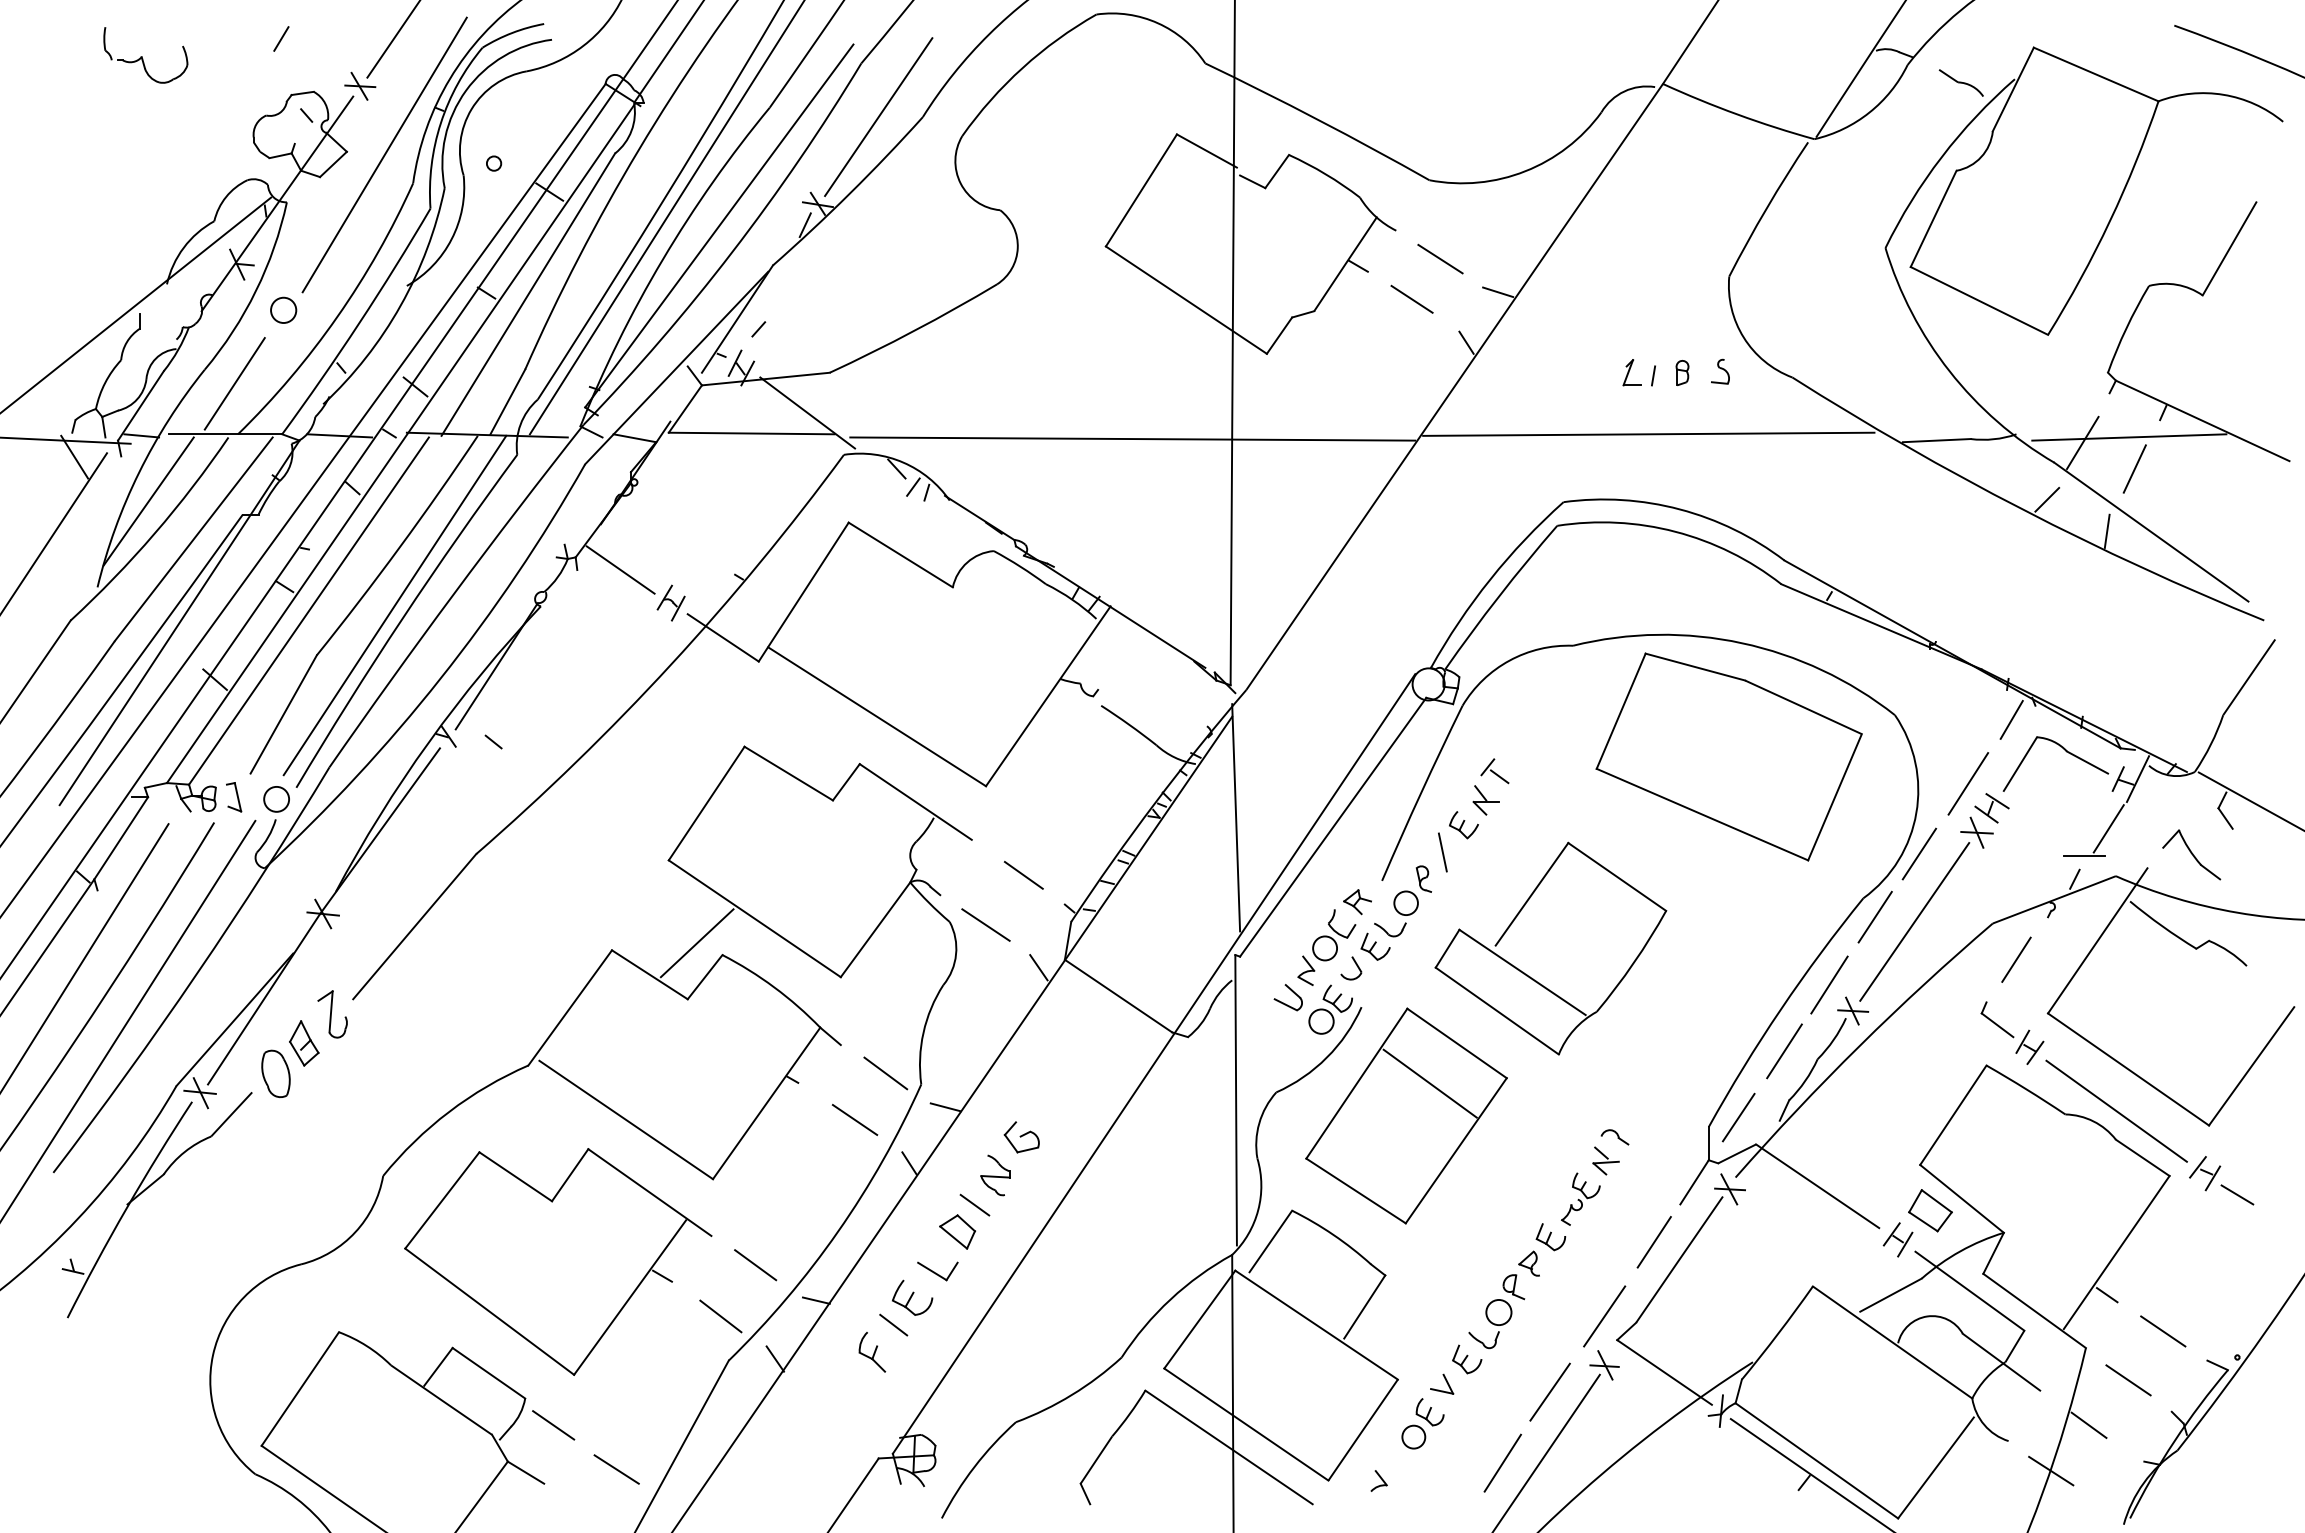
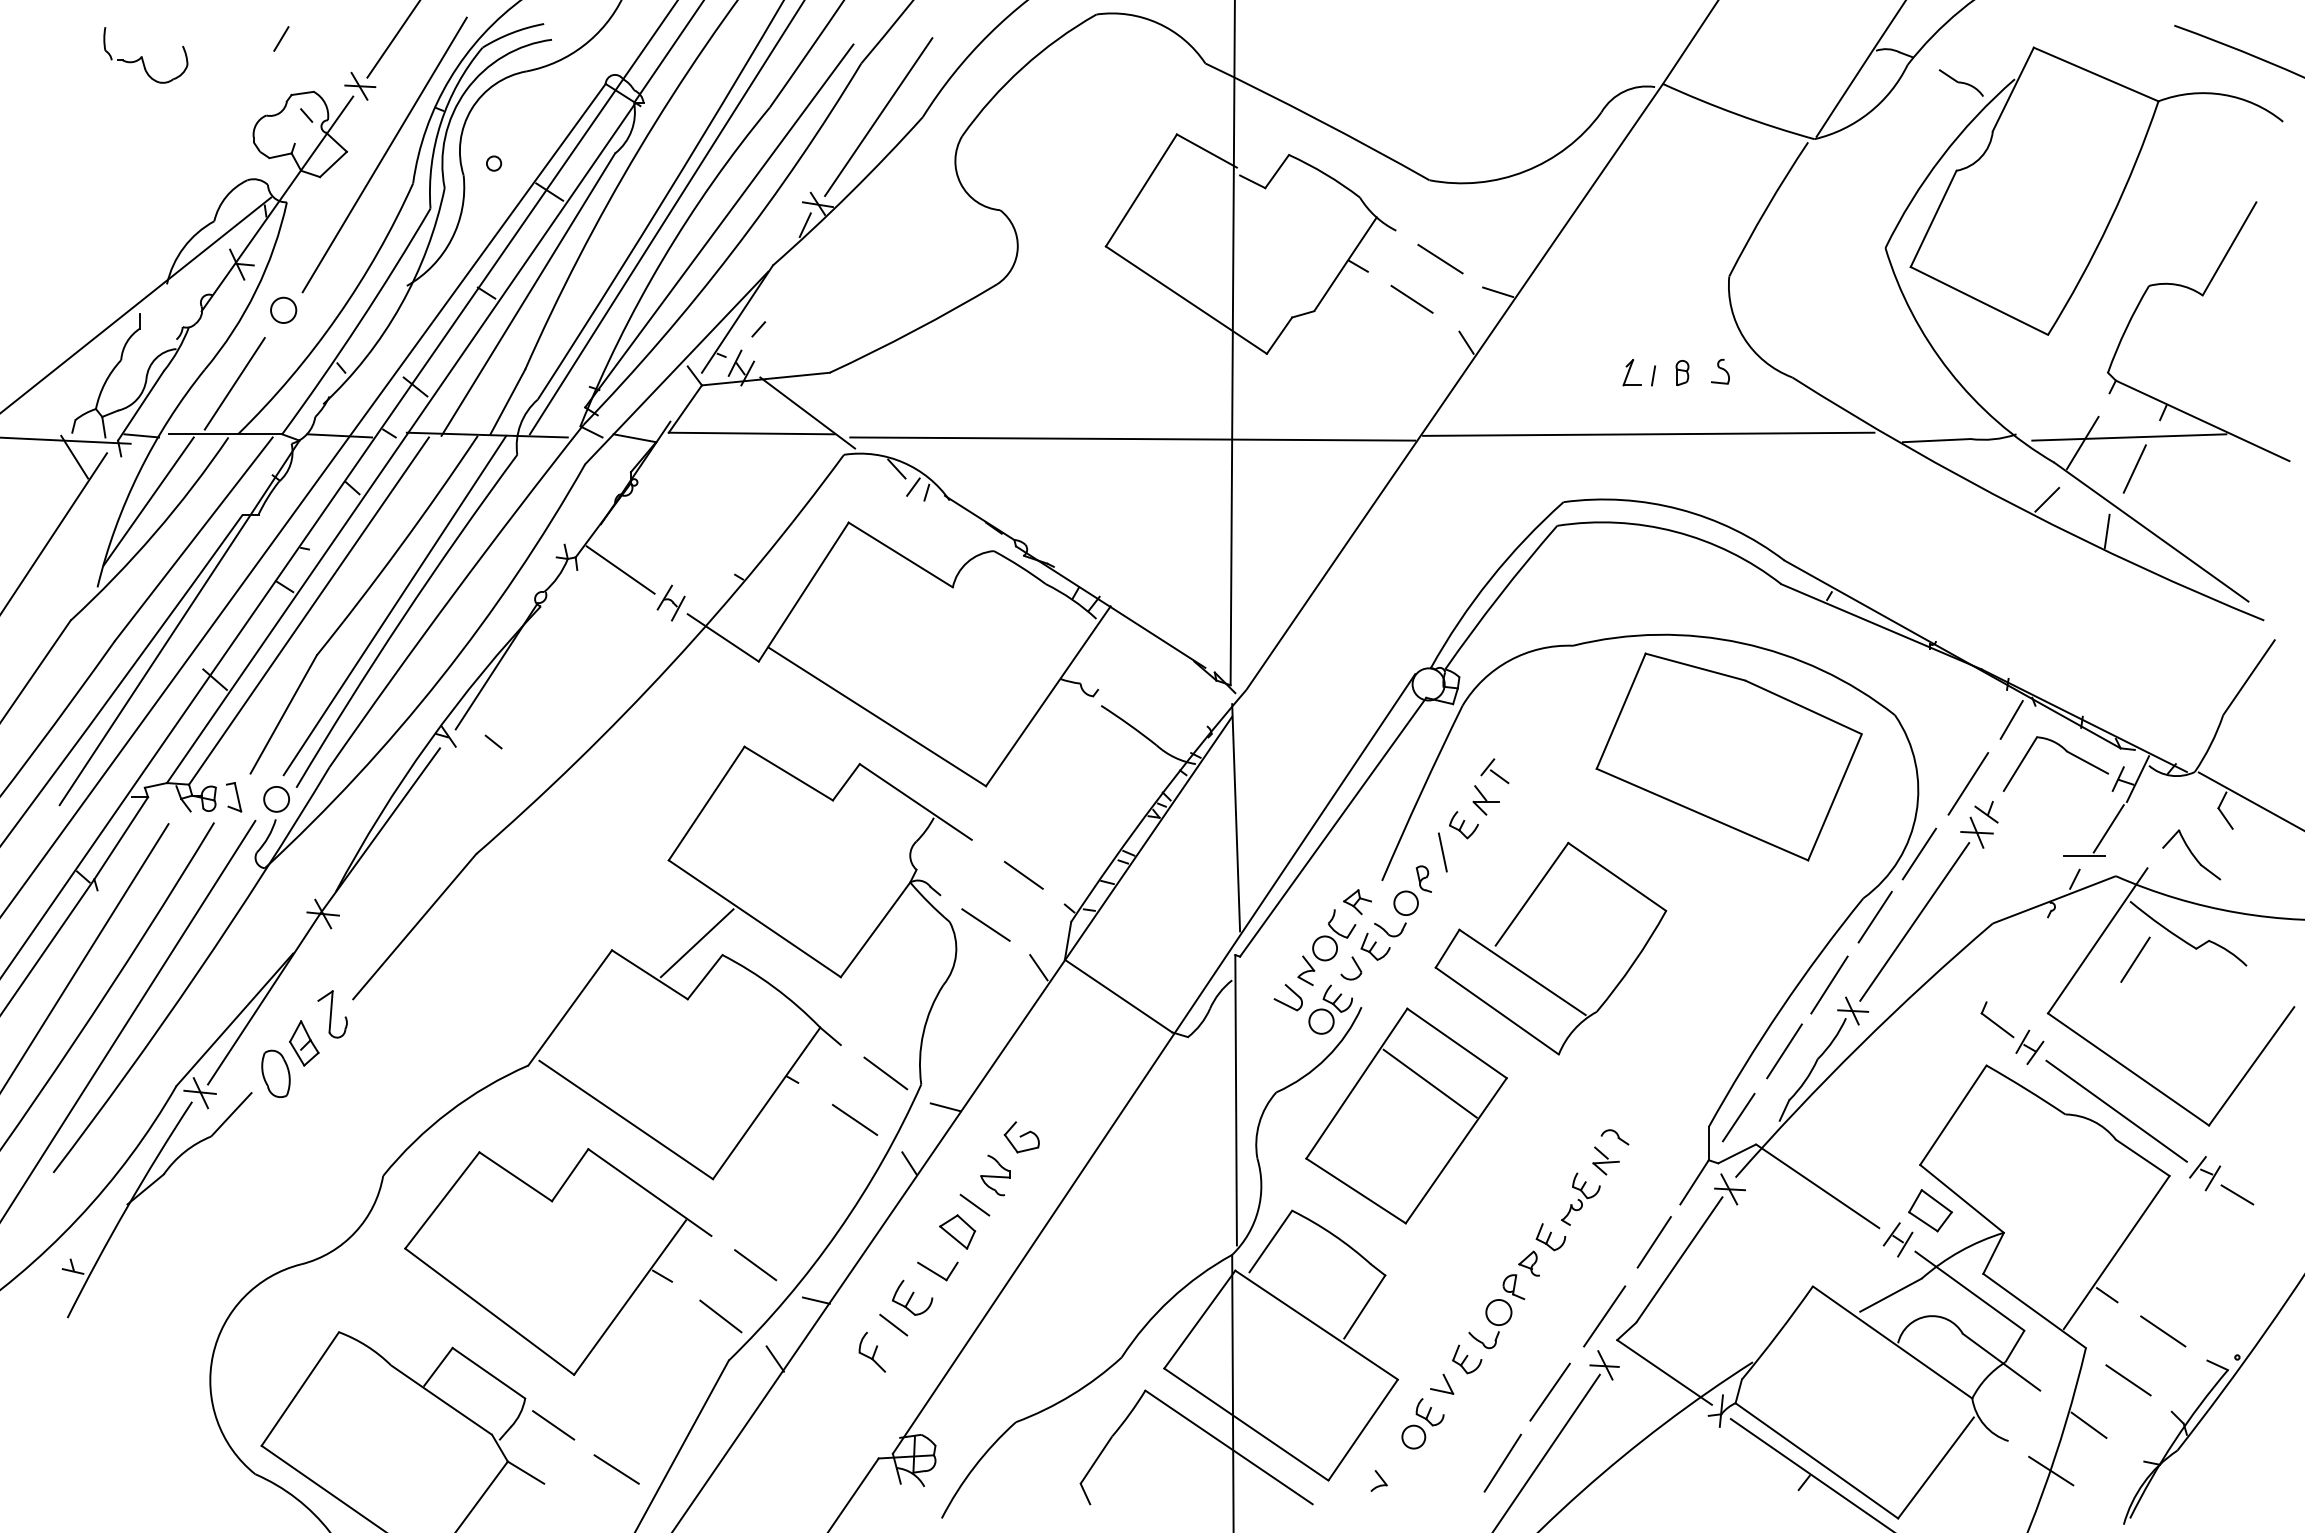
line at (1997, 801): present -> none
line at (2016, 959) position: (2016, 959) -> (2135, 959)
